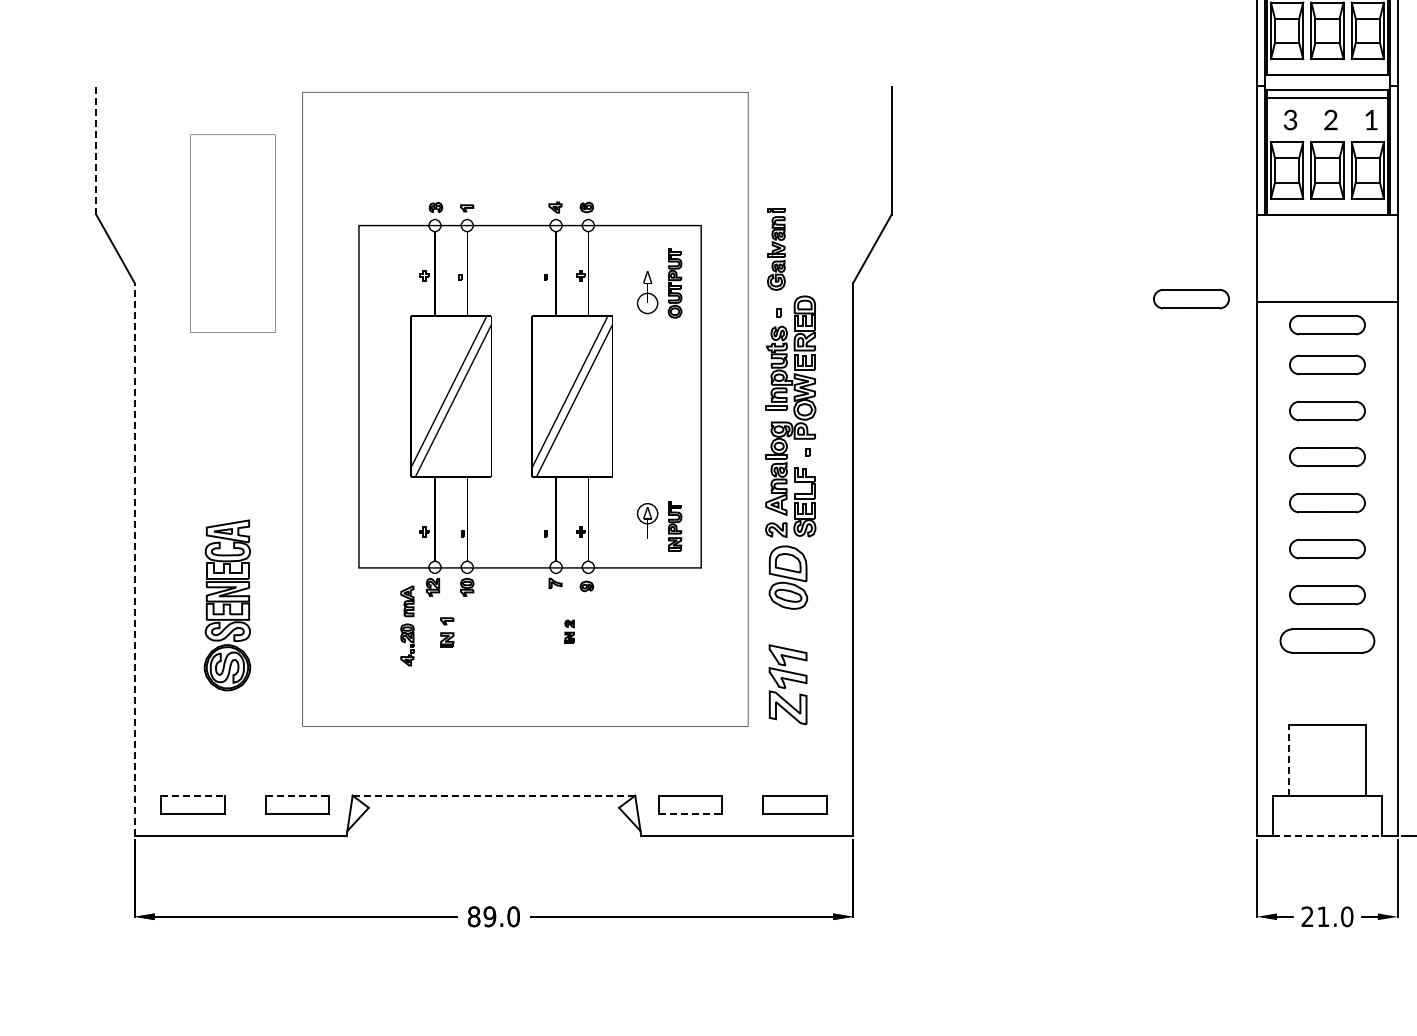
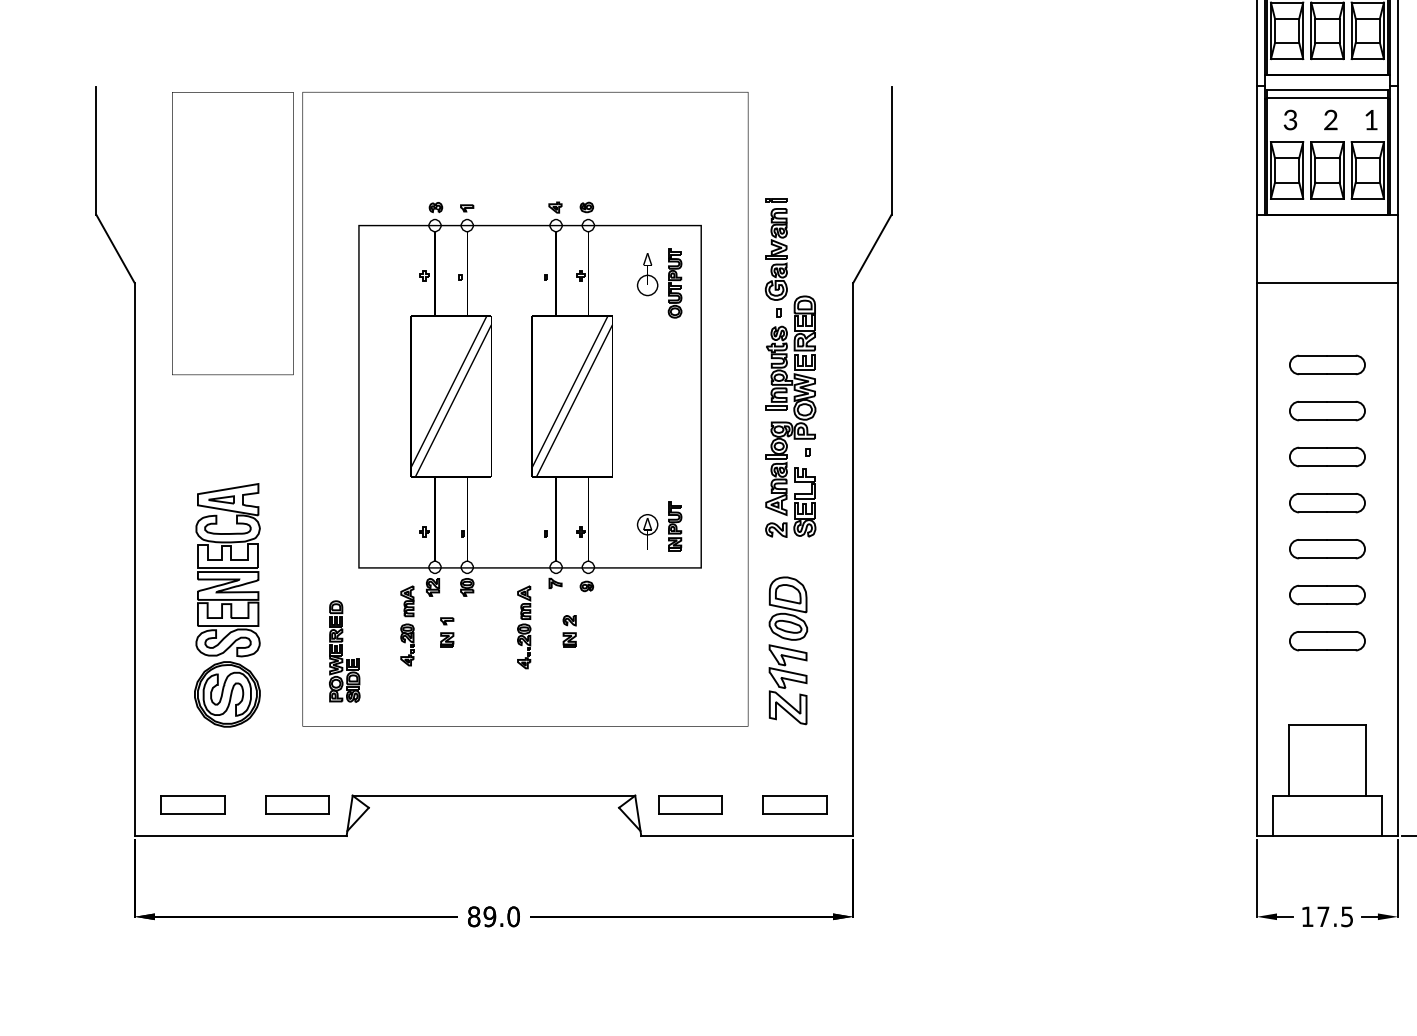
line at (96, 150): dashed -> solid
part at (232, 233) size: 86x199 px -> 122x284 px
part at (776, 249) size: 19x83 px -> 23x103 px
part at (647, 292) position: (647, 292) -> (647, 274)
part at (1191, 299): present -> none
line at (1327, 302) position: (1327, 302) -> (1327, 283)
part at (1327, 325): present -> none
part at (647, 520) position: (647, 520) -> (647, 531)
line at (134, 559): dashed -> solid
part at (788, 577) position: (788, 577) -> (788, 608)
part at (227, 605) size: 49x173 px -> 67x245 px
part at (524, 627): none -> present
part at (569, 631) size: 11x25 px -> 15x33 px
part at (1327, 640) size: 97x26 px -> 77x21 px
part at (344, 651): none -> present
line at (1289, 760): dashed -> solid
line at (193, 795): dashed -> solid
line at (297, 795): dashed -> solid
line at (494, 795): dashed -> solid
line at (690, 814): dashed -> solid
line at (1327, 836): dashed -> solid
text at (1327, 916): 21.0 -> 17.5
